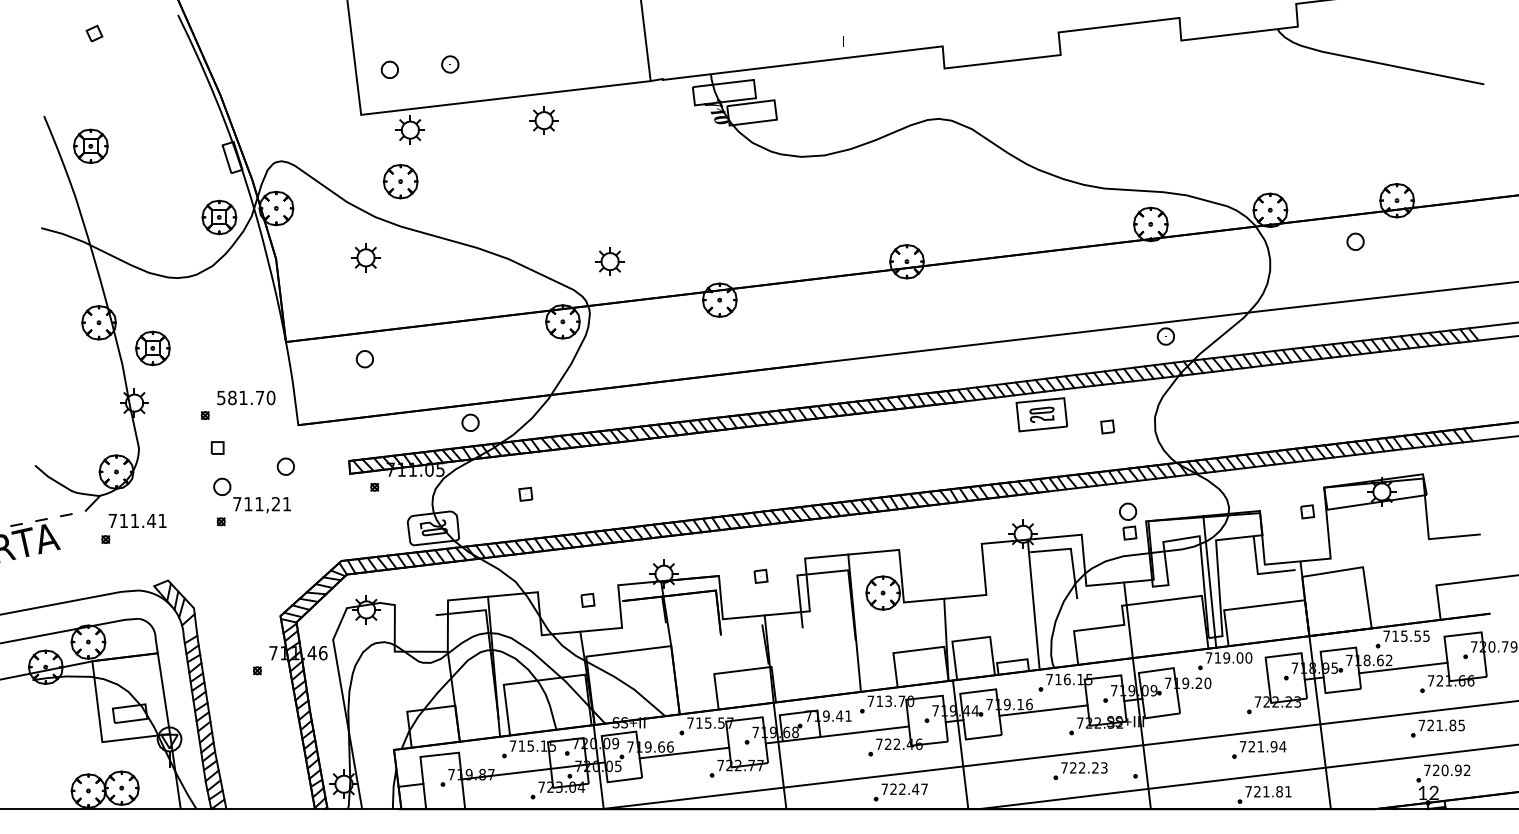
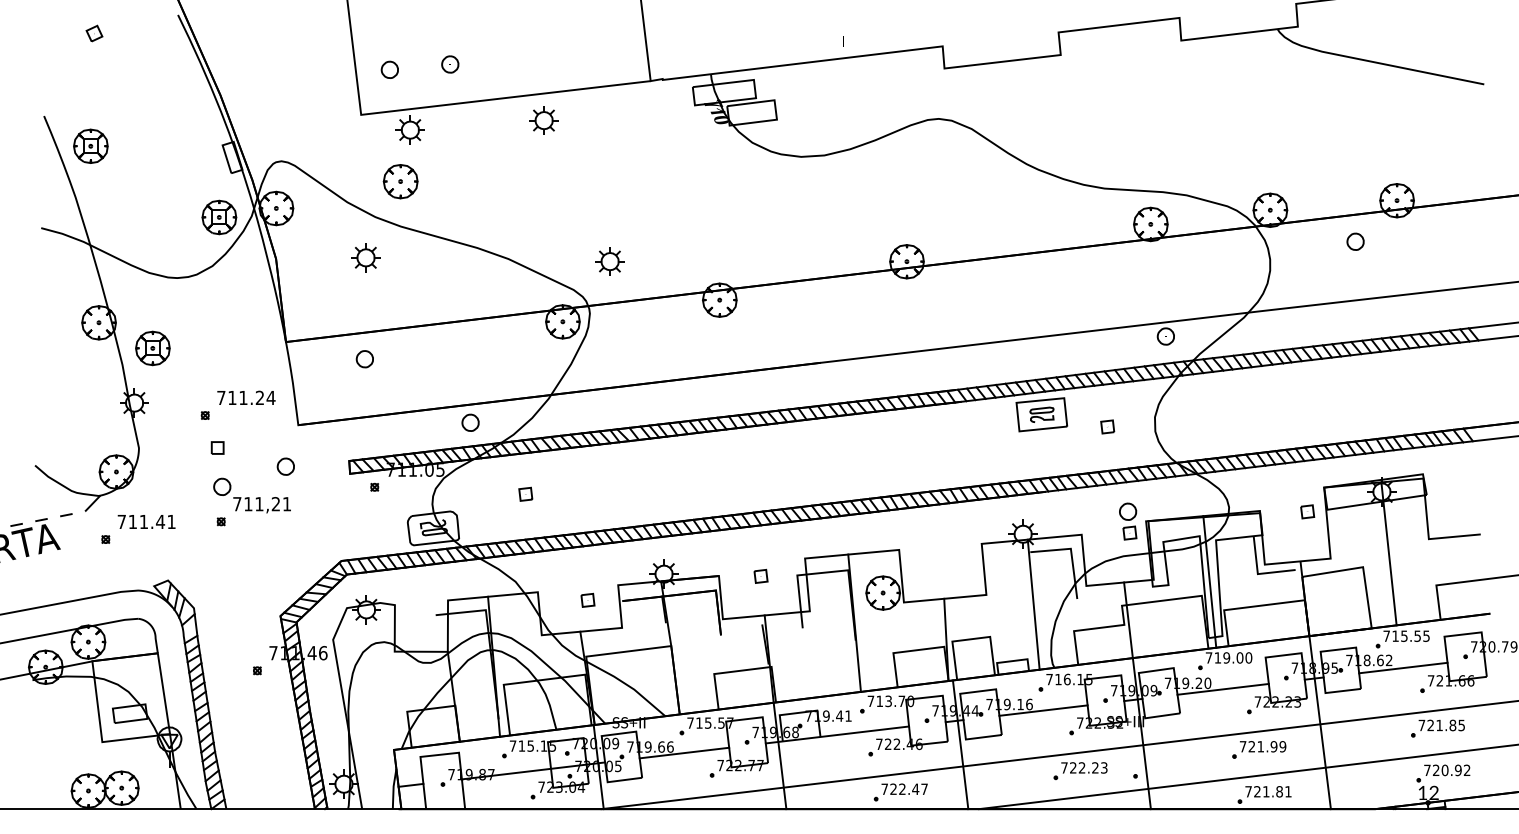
text at (246, 397): 581.70 -> 711.24
text at (137, 520) position: (137, 520) -> (146, 521)
line at (1388, 553): none -> present
line at (1222, 688): none -> present
text at (1282, 746): 721.94 -> 721.99
